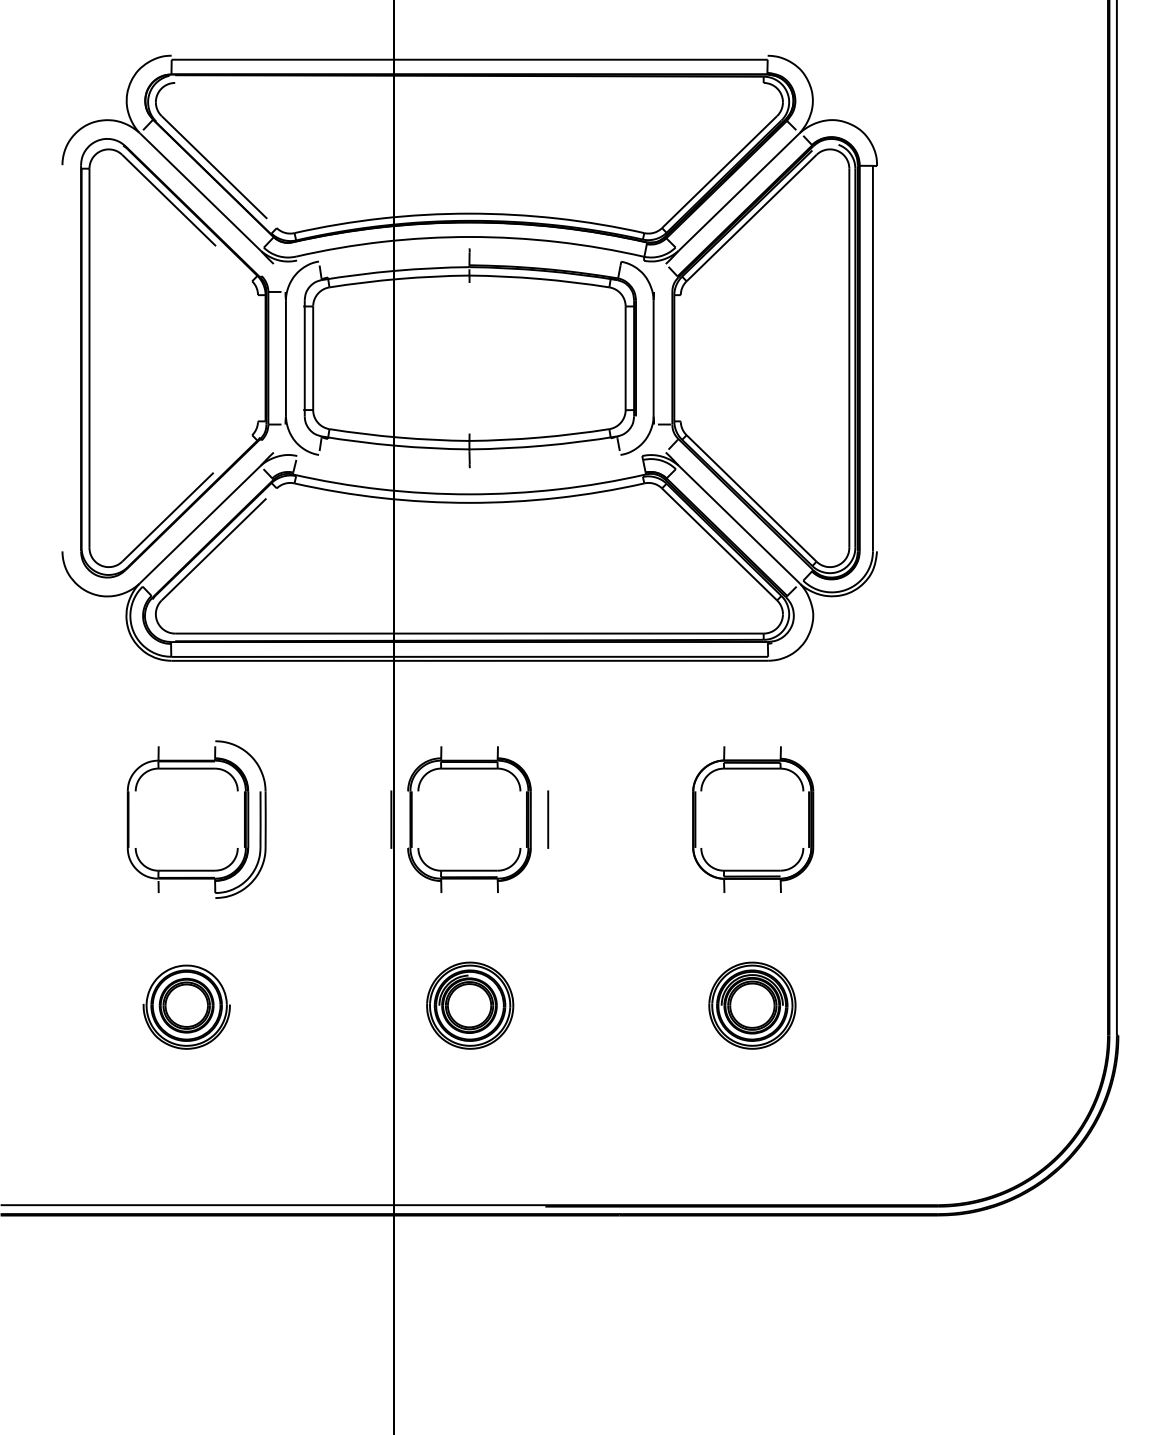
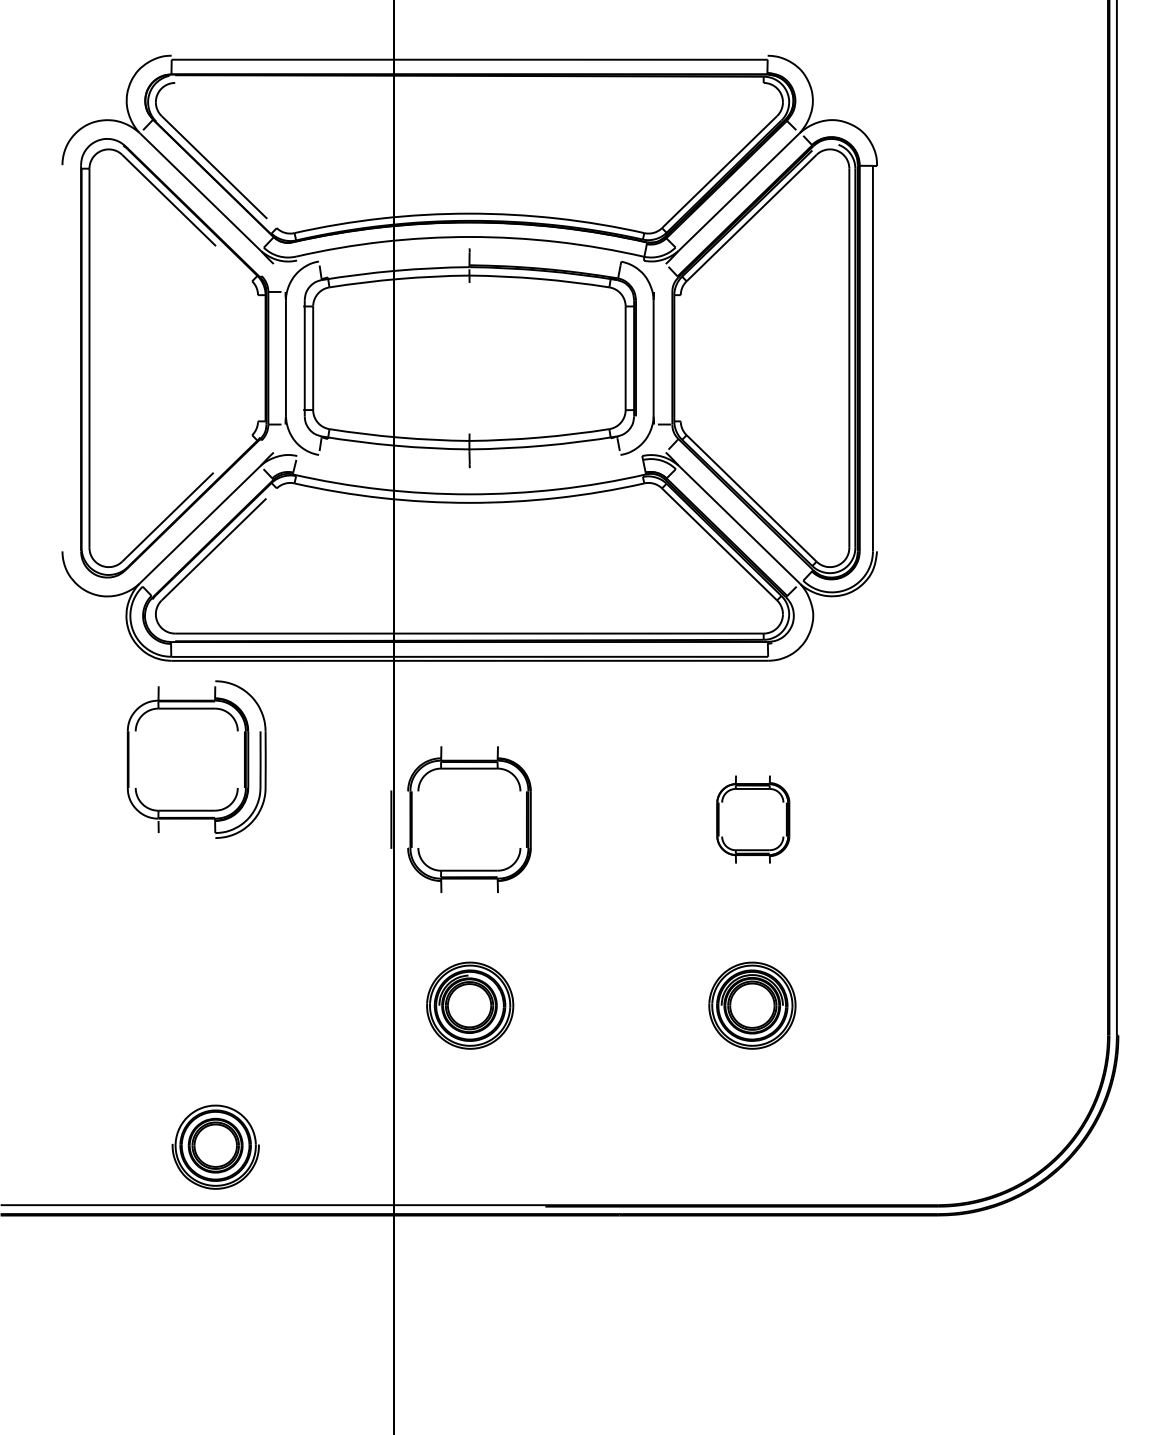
part at (196, 819) position: (196, 819) -> (196, 759)
line at (548, 819): present -> none
part at (753, 819) size: 123x147 px -> 75x89 px
part at (186, 1006) position: (186, 1006) -> (215, 1146)
